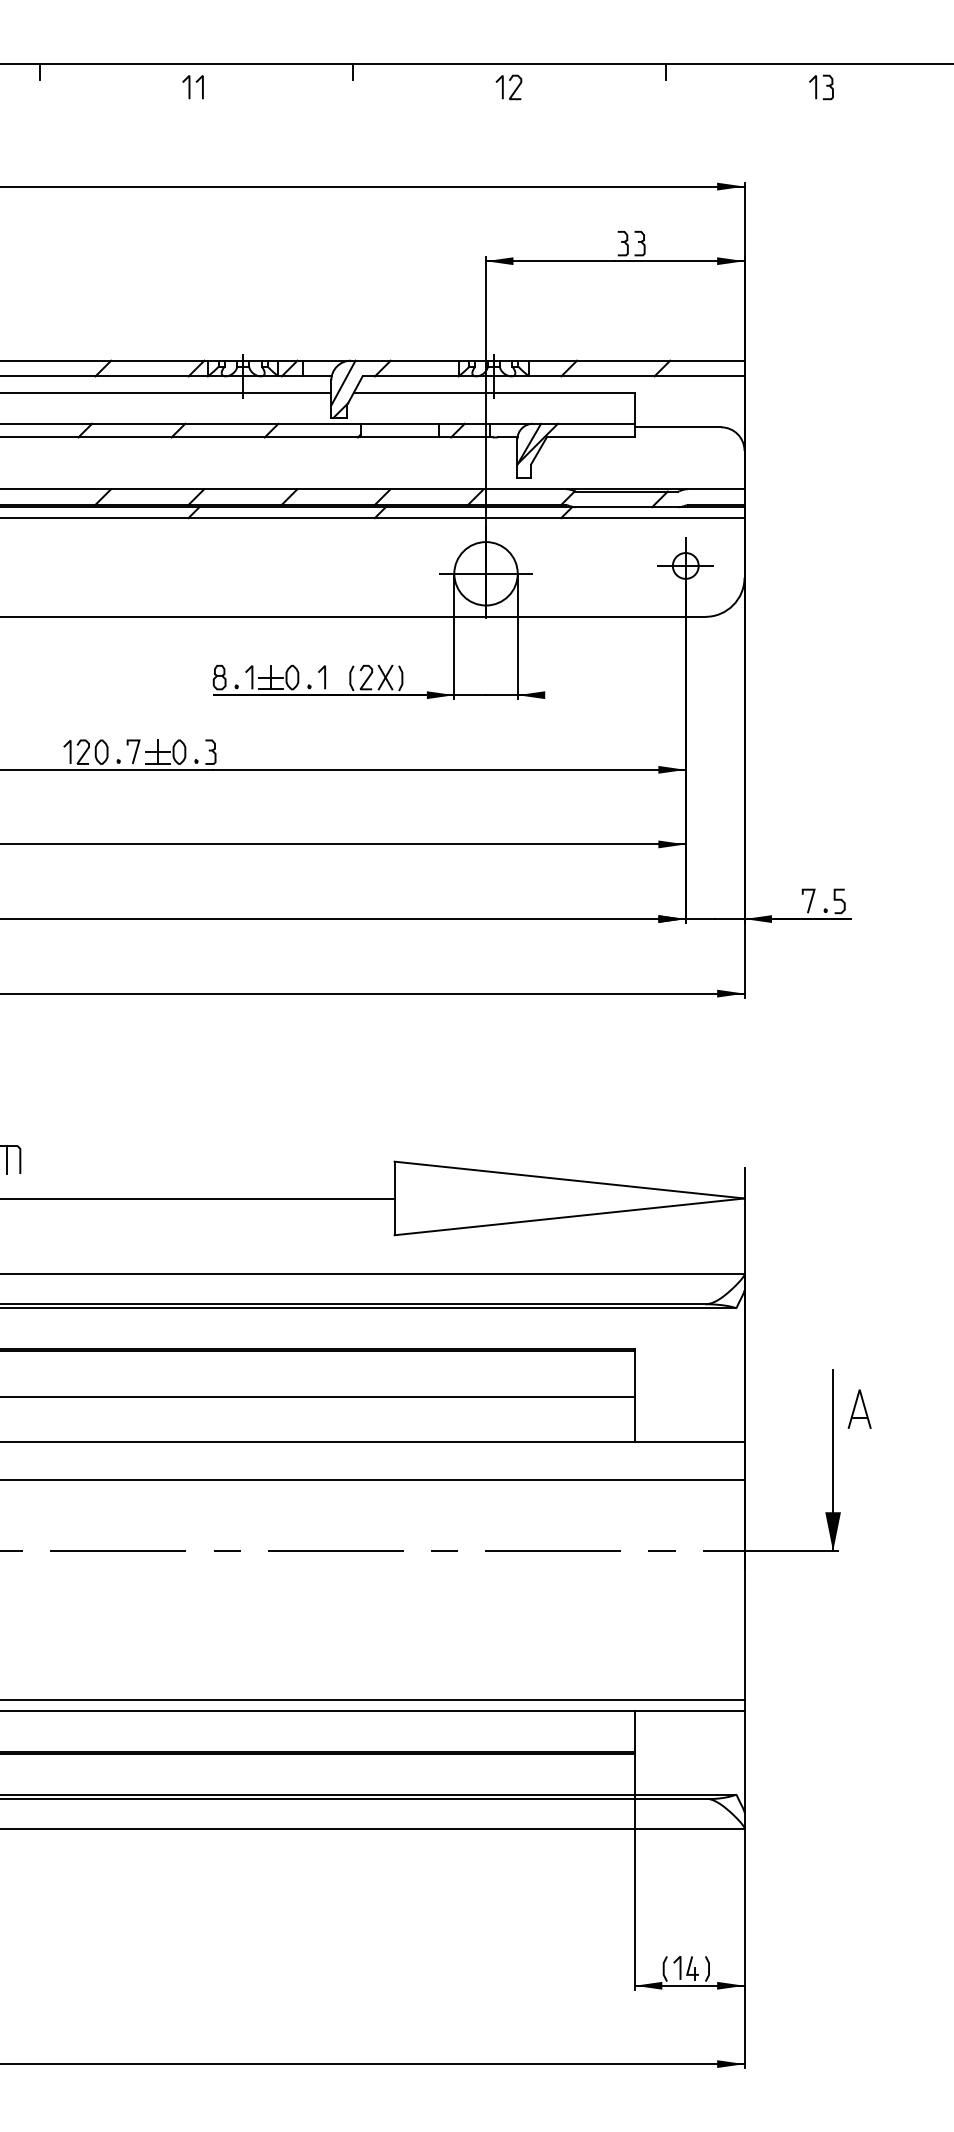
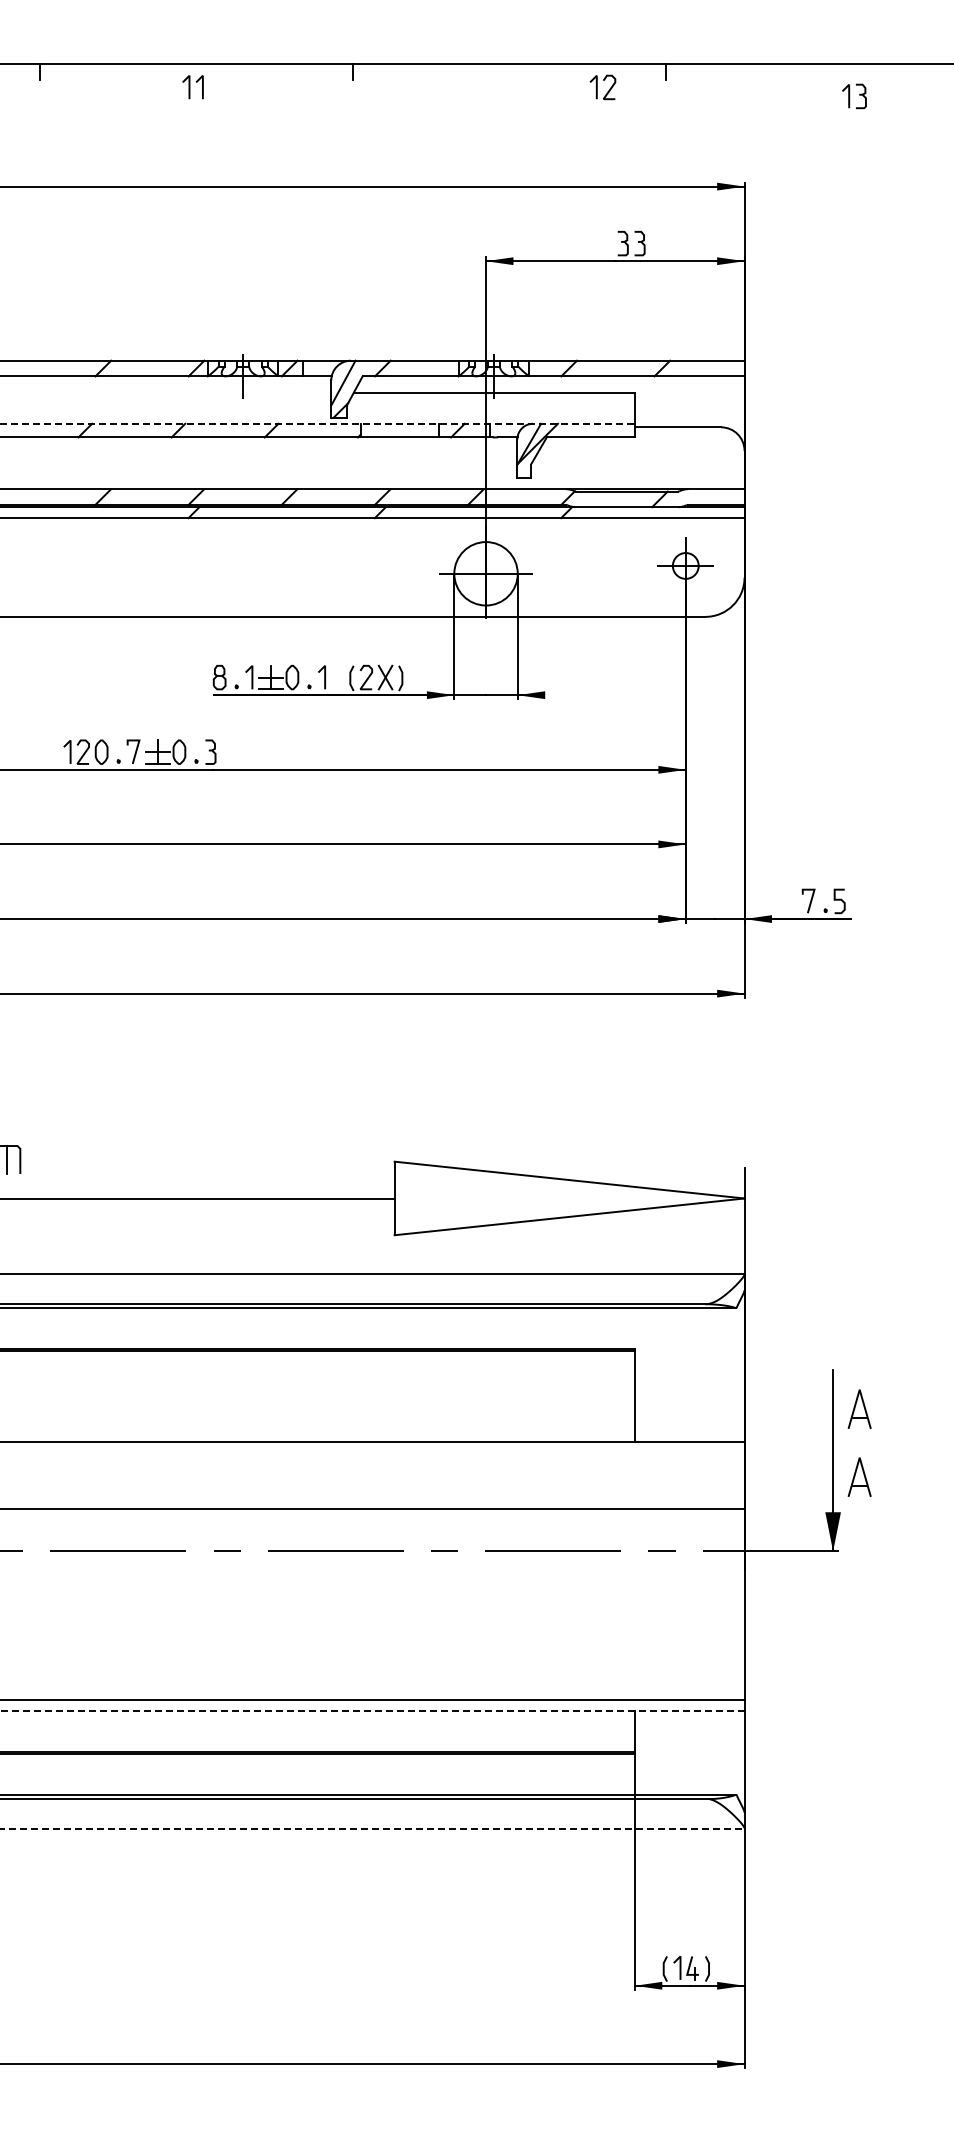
part at (508, 87) position: (508, 87) -> (602, 87)
part at (821, 87) position: (821, 87) -> (854, 96)
line at (166, 392): present -> none
line at (317, 423): solid -> dashed
line at (318, 1397): present -> none
part at (859, 1476): none -> present
line at (373, 1480) position: (373, 1480) -> (373, 1509)
line at (372, 1711): solid -> dashed
line at (372, 1829): solid -> dashed
